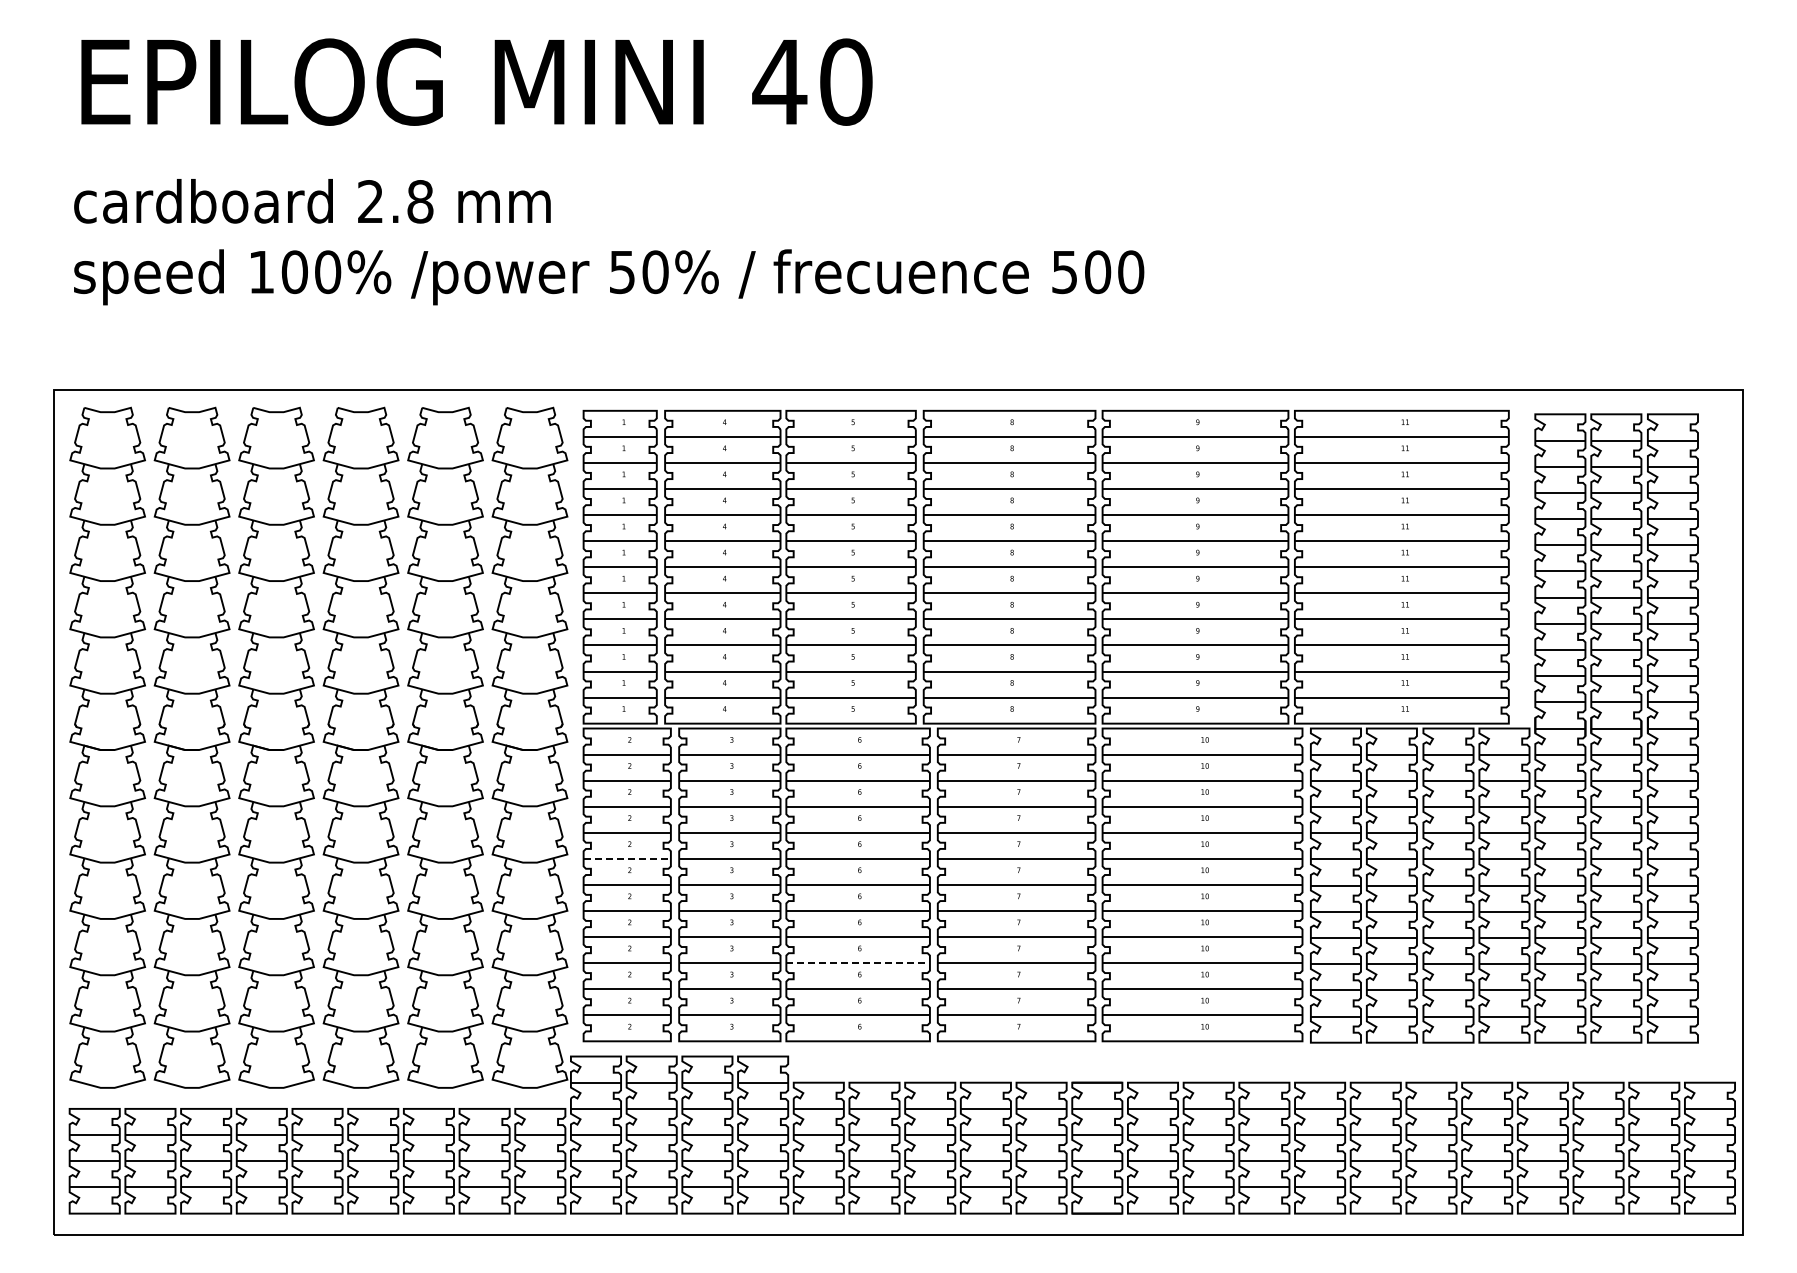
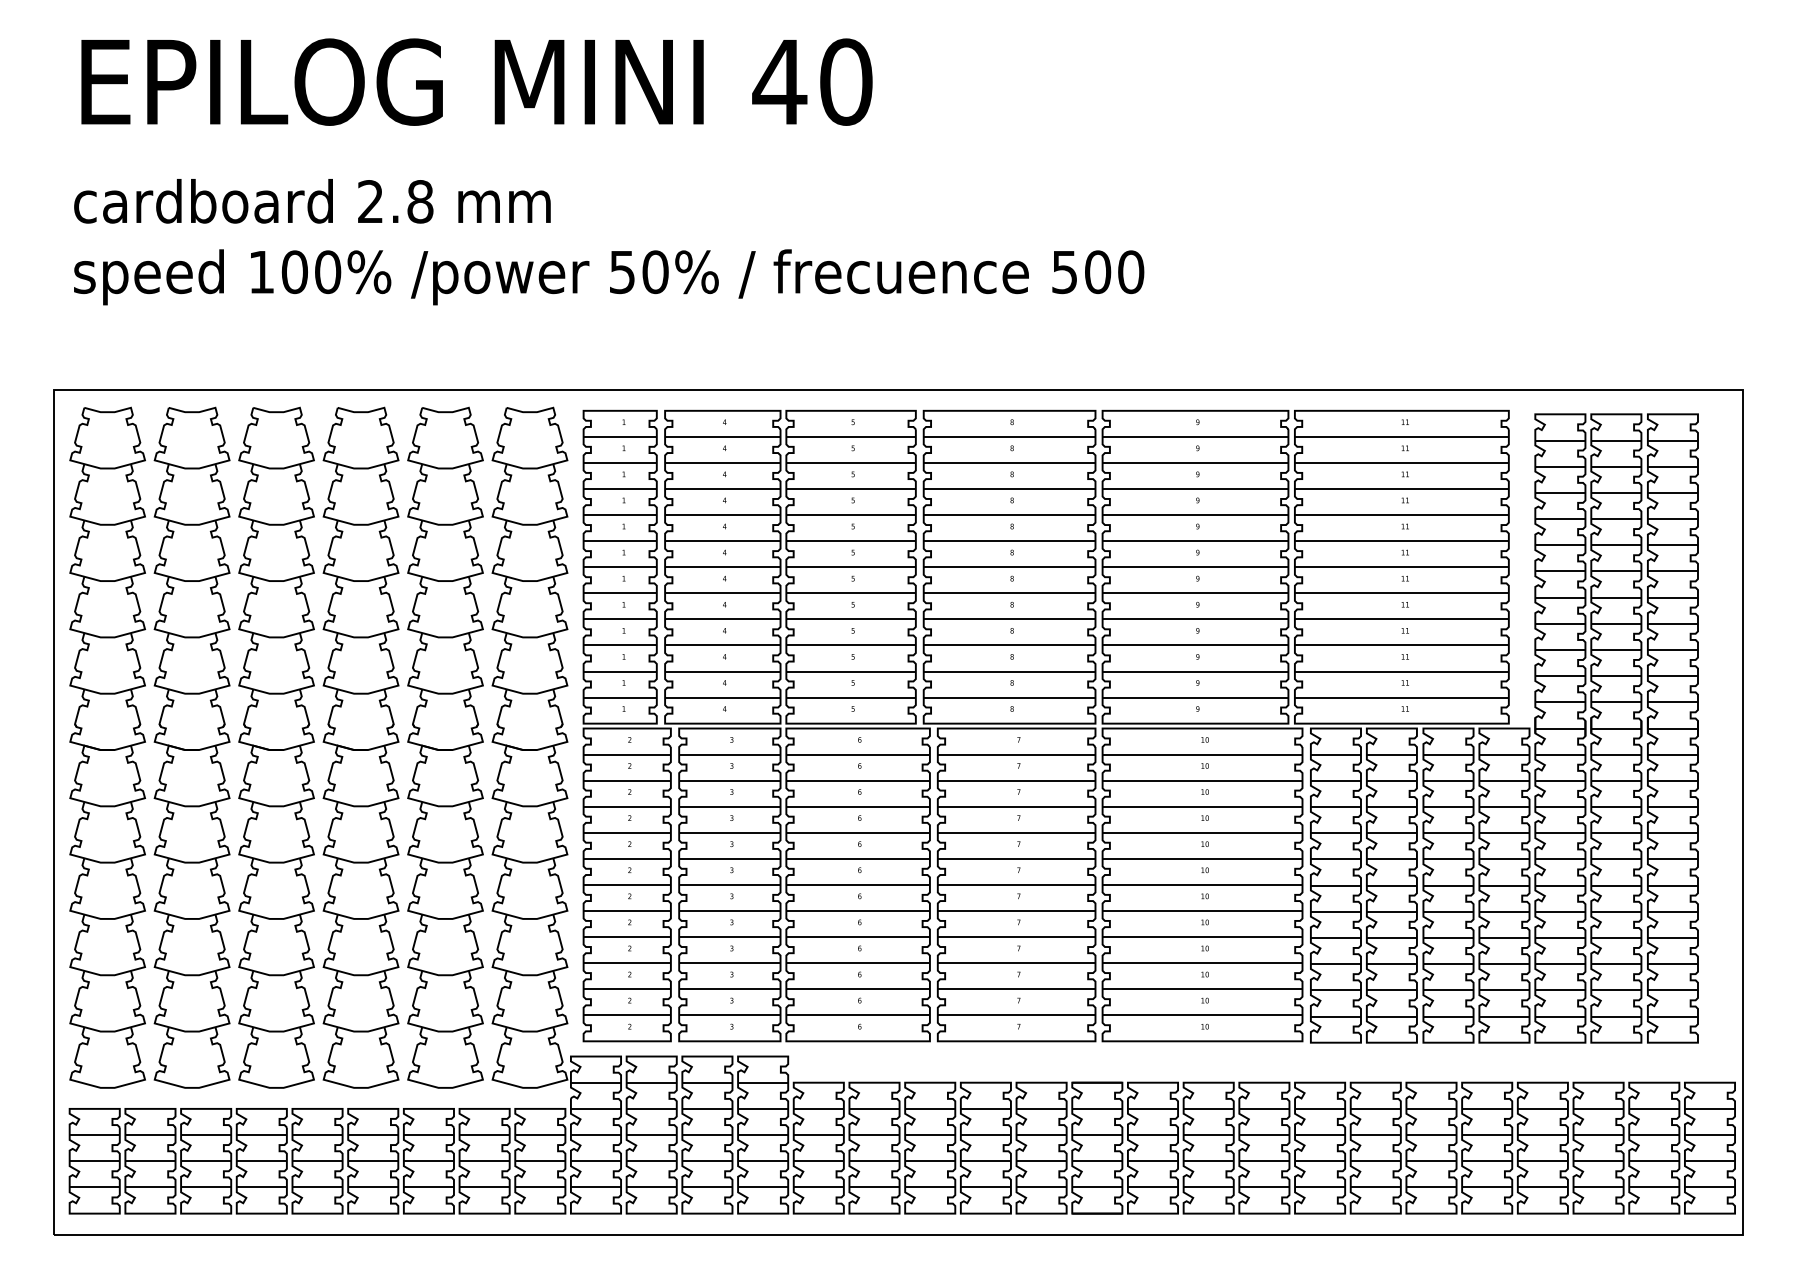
line at (627, 858): dashed -> solid
line at (858, 963): dashed -> solid
